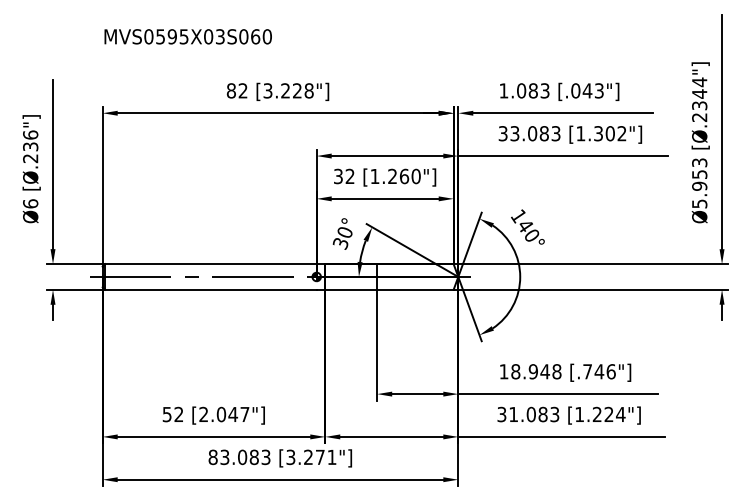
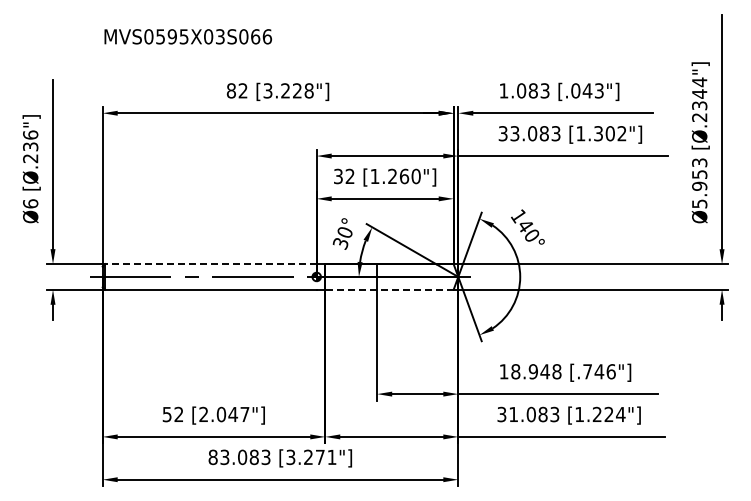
text at (267, 36): MVS0595X03S060 -> MVS0595X03S066
line at (211, 264): solid -> dashed
line at (388, 289): solid -> dashed
